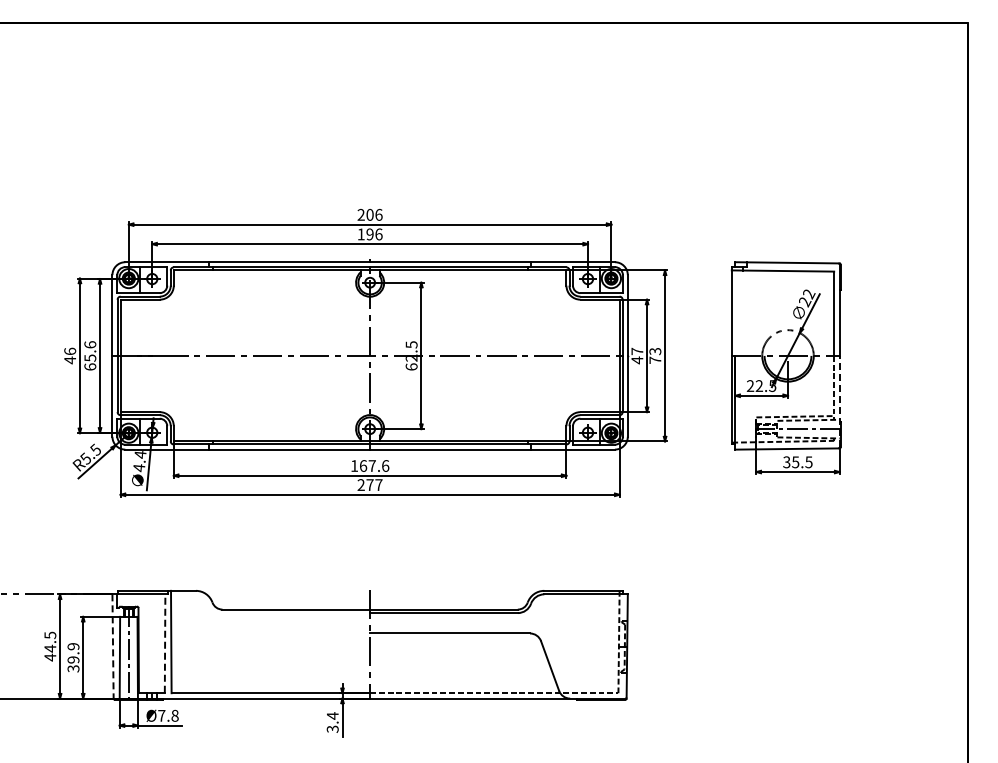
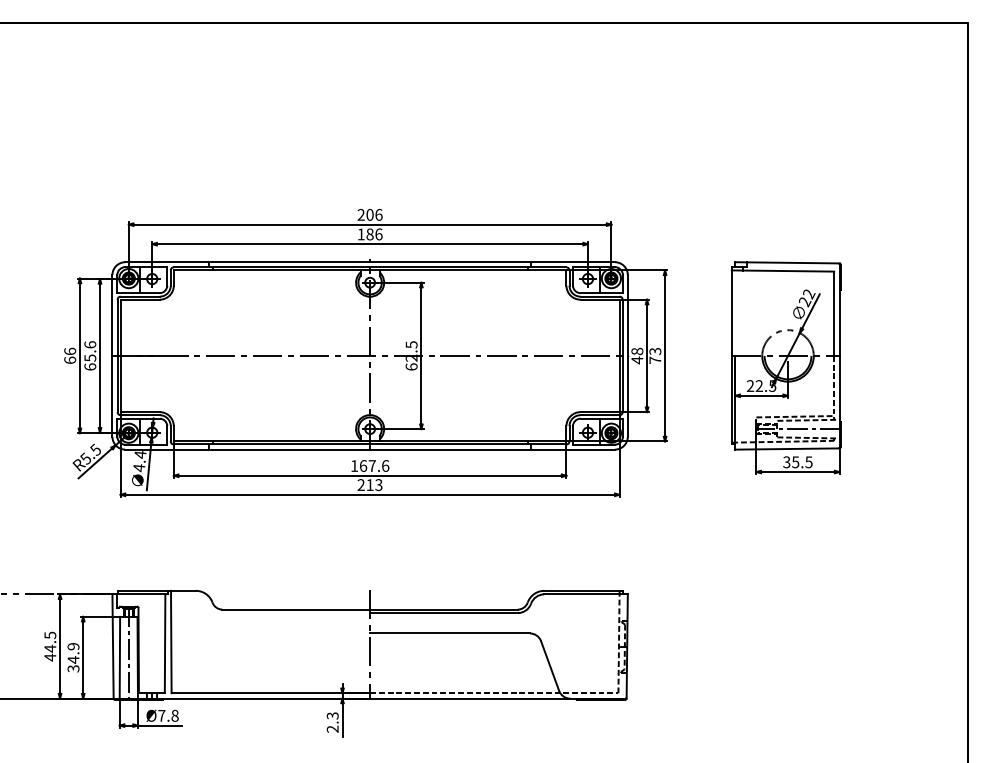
text at (369, 234): 196 -> 186
text at (637, 351): 47 -> 48
text at (70, 360): 46 -> 66
line at (839, 401): dashed -> solid
text at (374, 485): 277 -> 213
line at (165, 643): dashed -> solid
line at (113, 646): dashed -> solid
text at (73, 659): 39.9 -> 34.9
text at (332, 722): 3.4 -> 2.3
